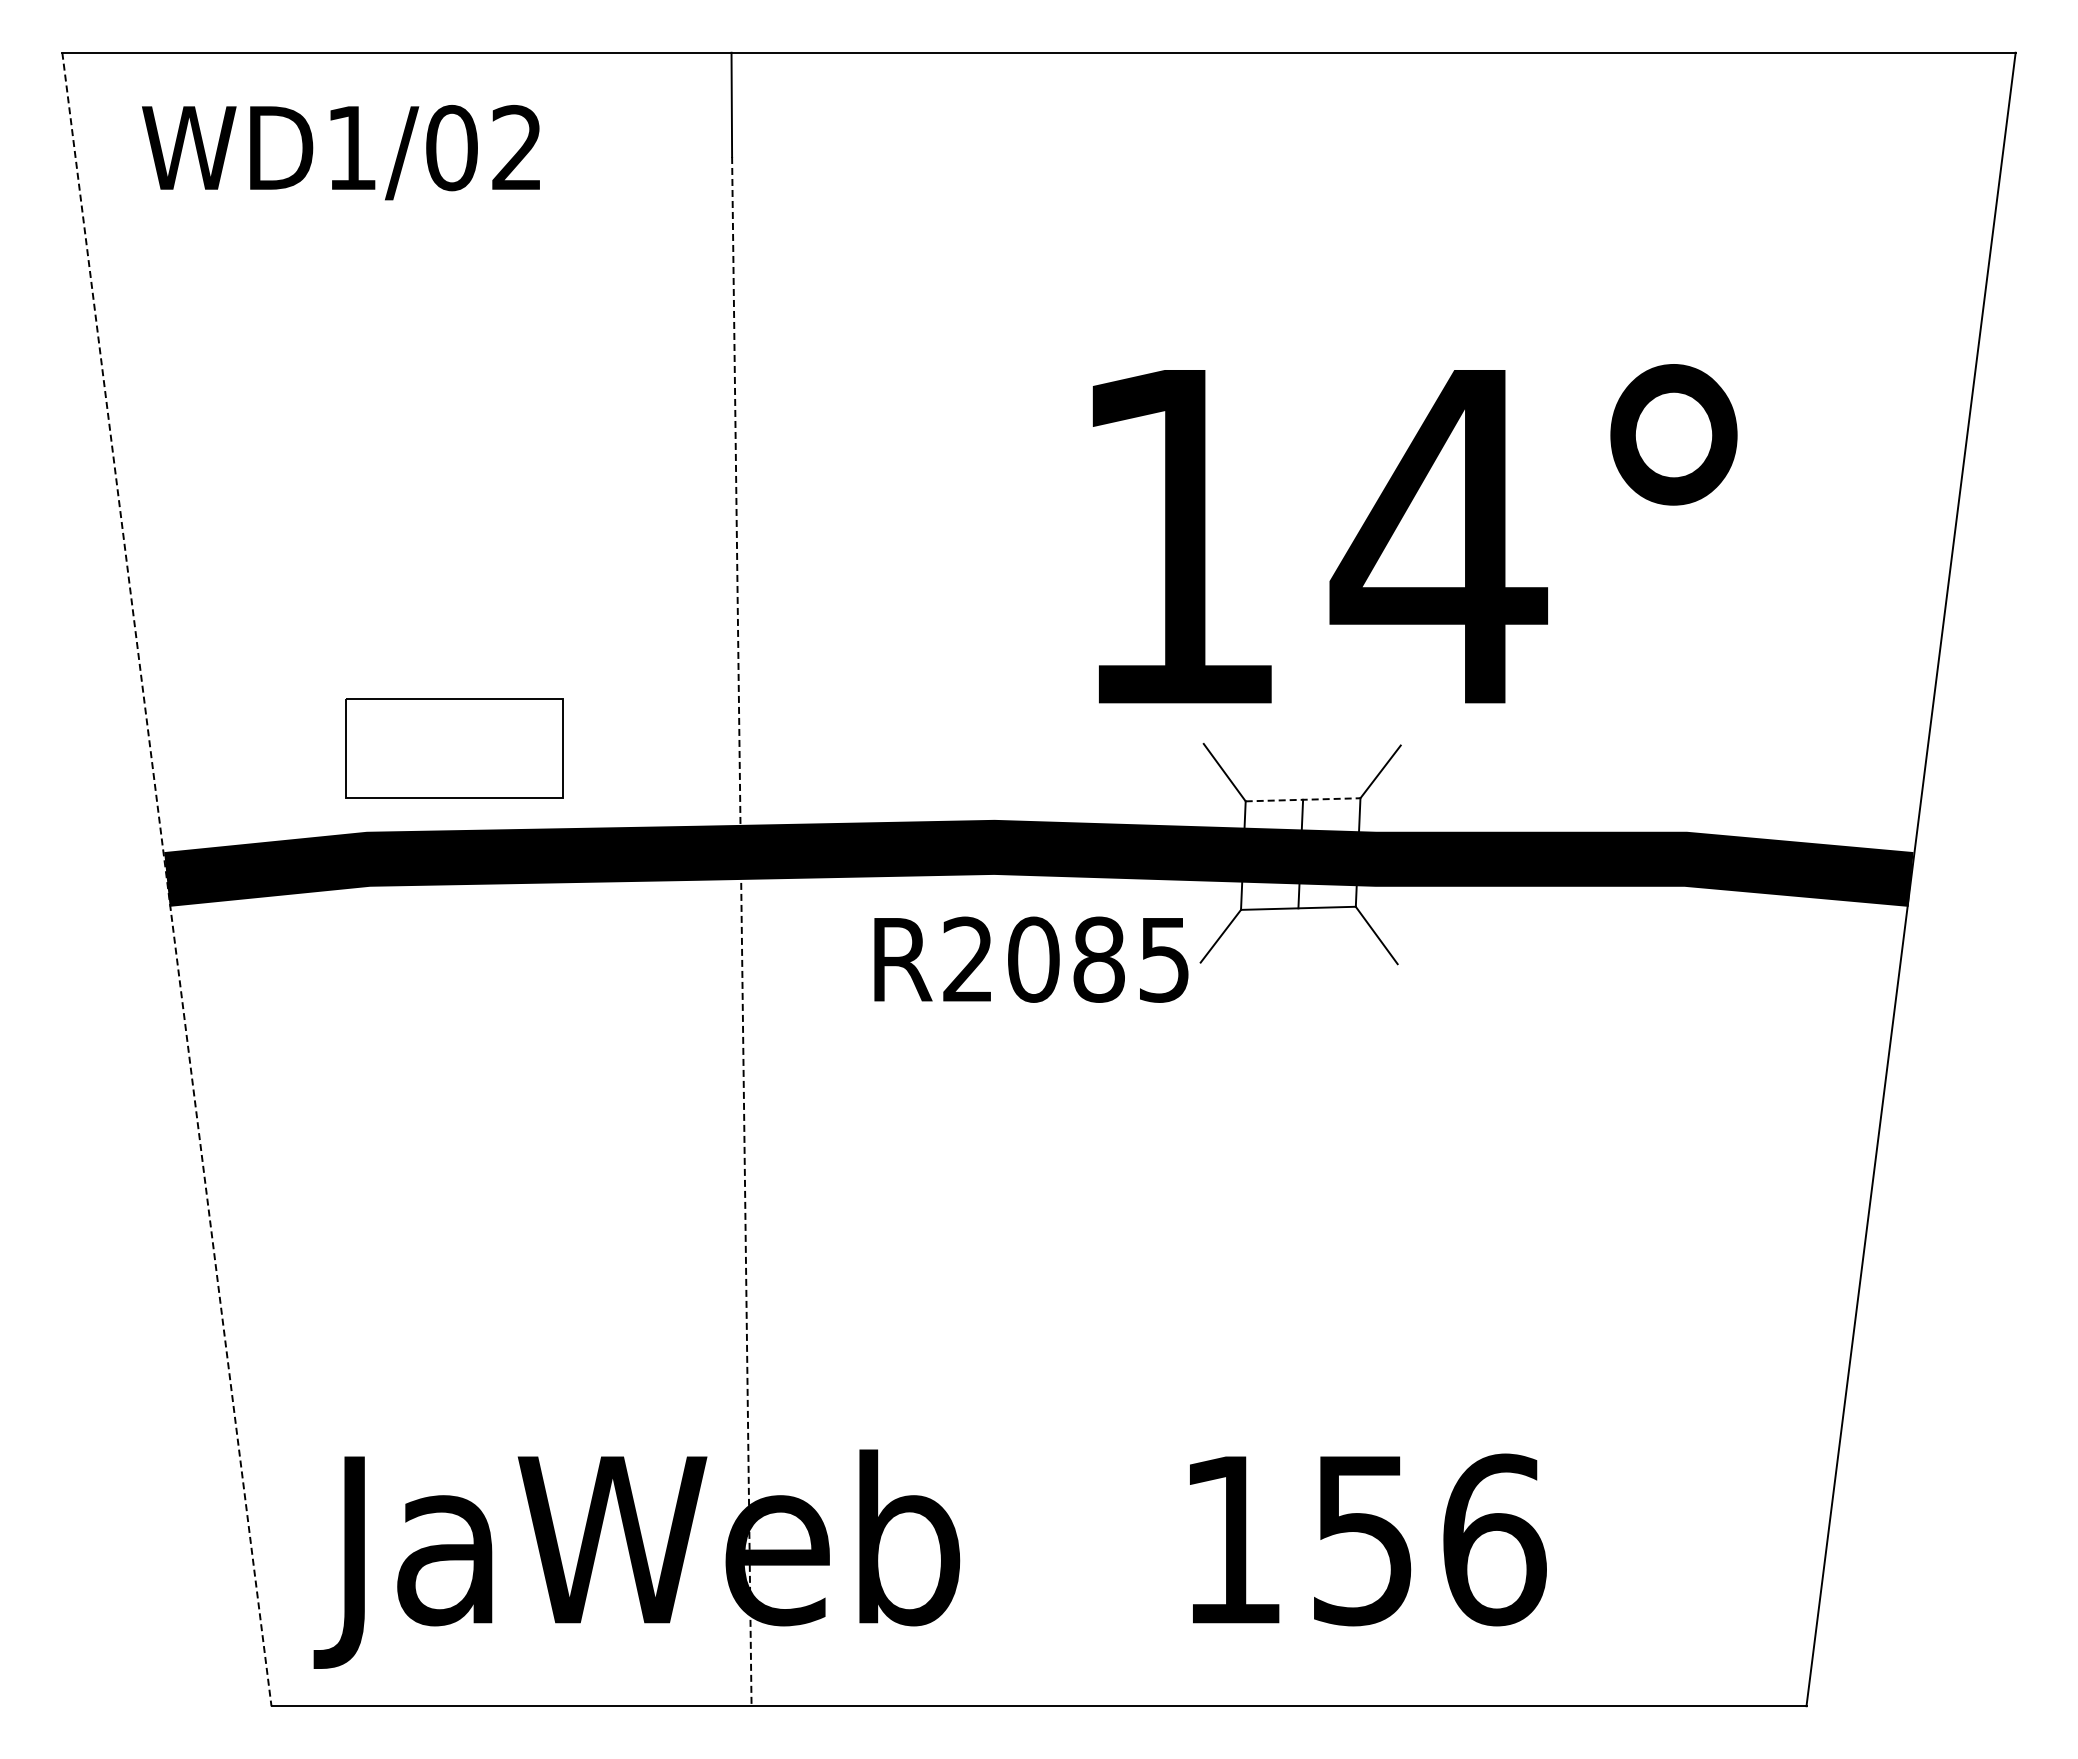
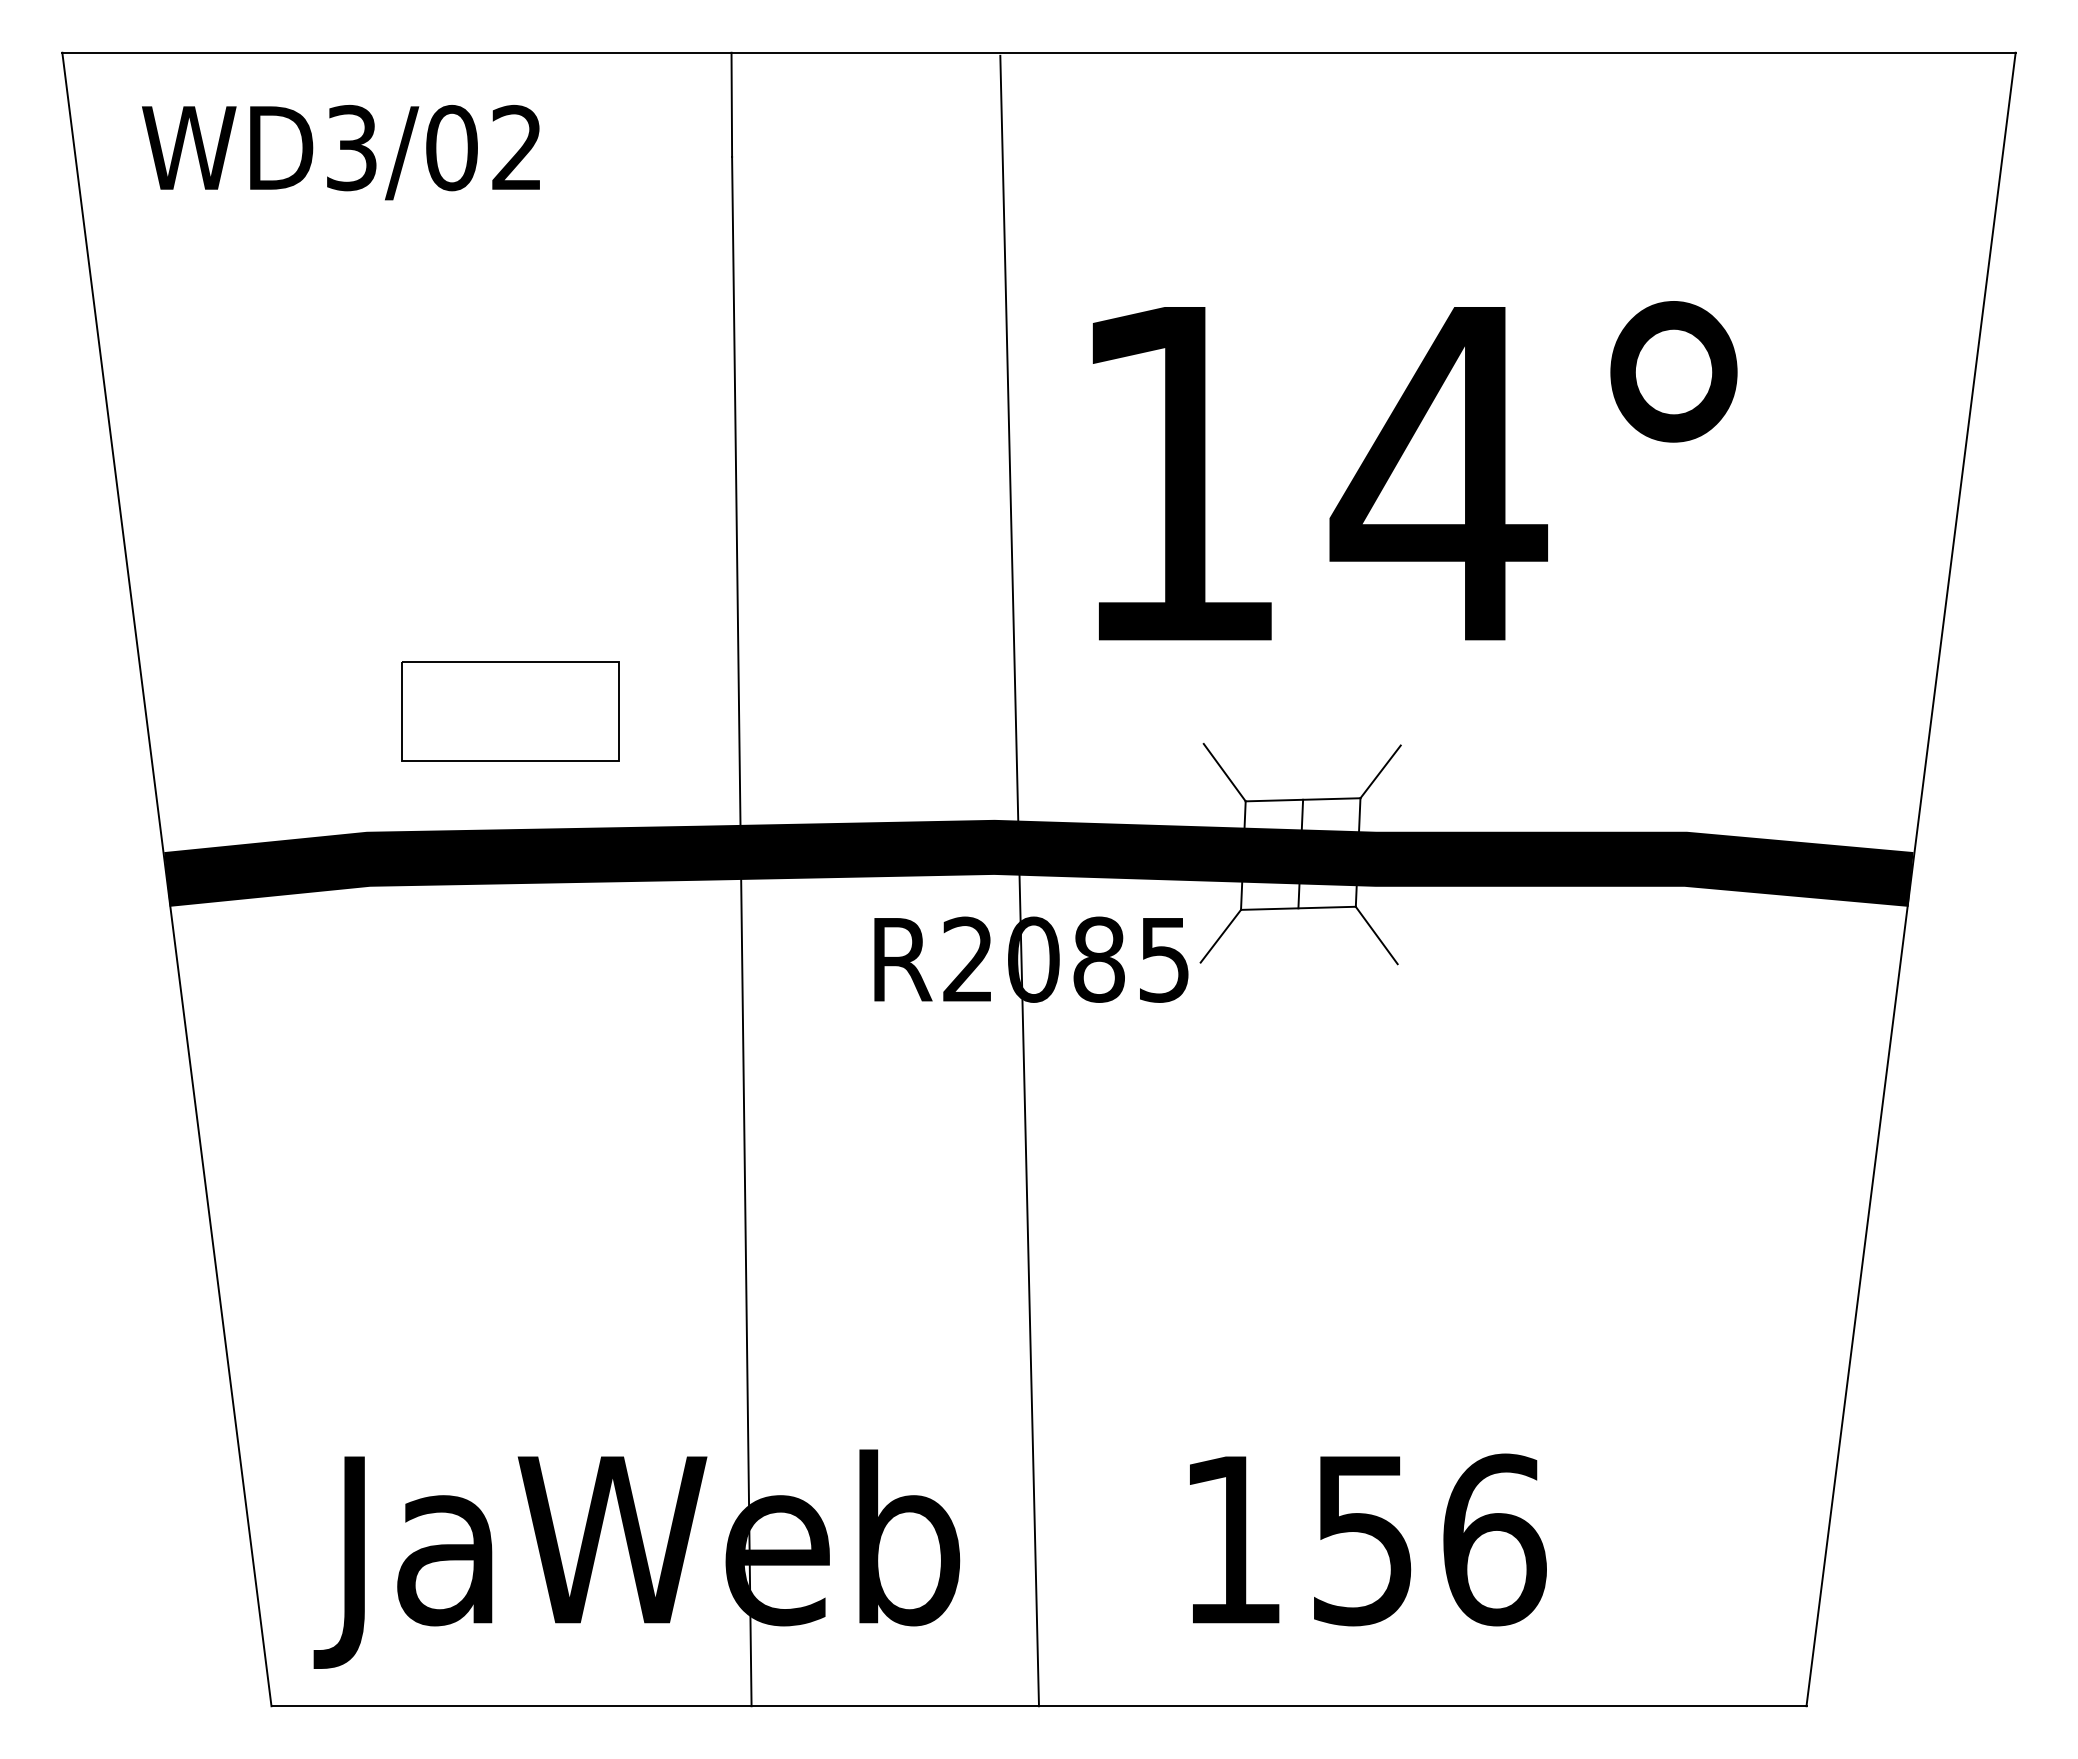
text at (351, 147): WD1/02 -> WD3/02
text at (1414, 533) position: (1414, 533) -> (1414, 470)
part at (454, 748) position: (454, 748) -> (510, 711)
line at (1303, 799): dashed -> solid
line at (166, 880): dashed -> solid
line at (1019, 880): none -> present
line at (741, 931): dashed -> solid
